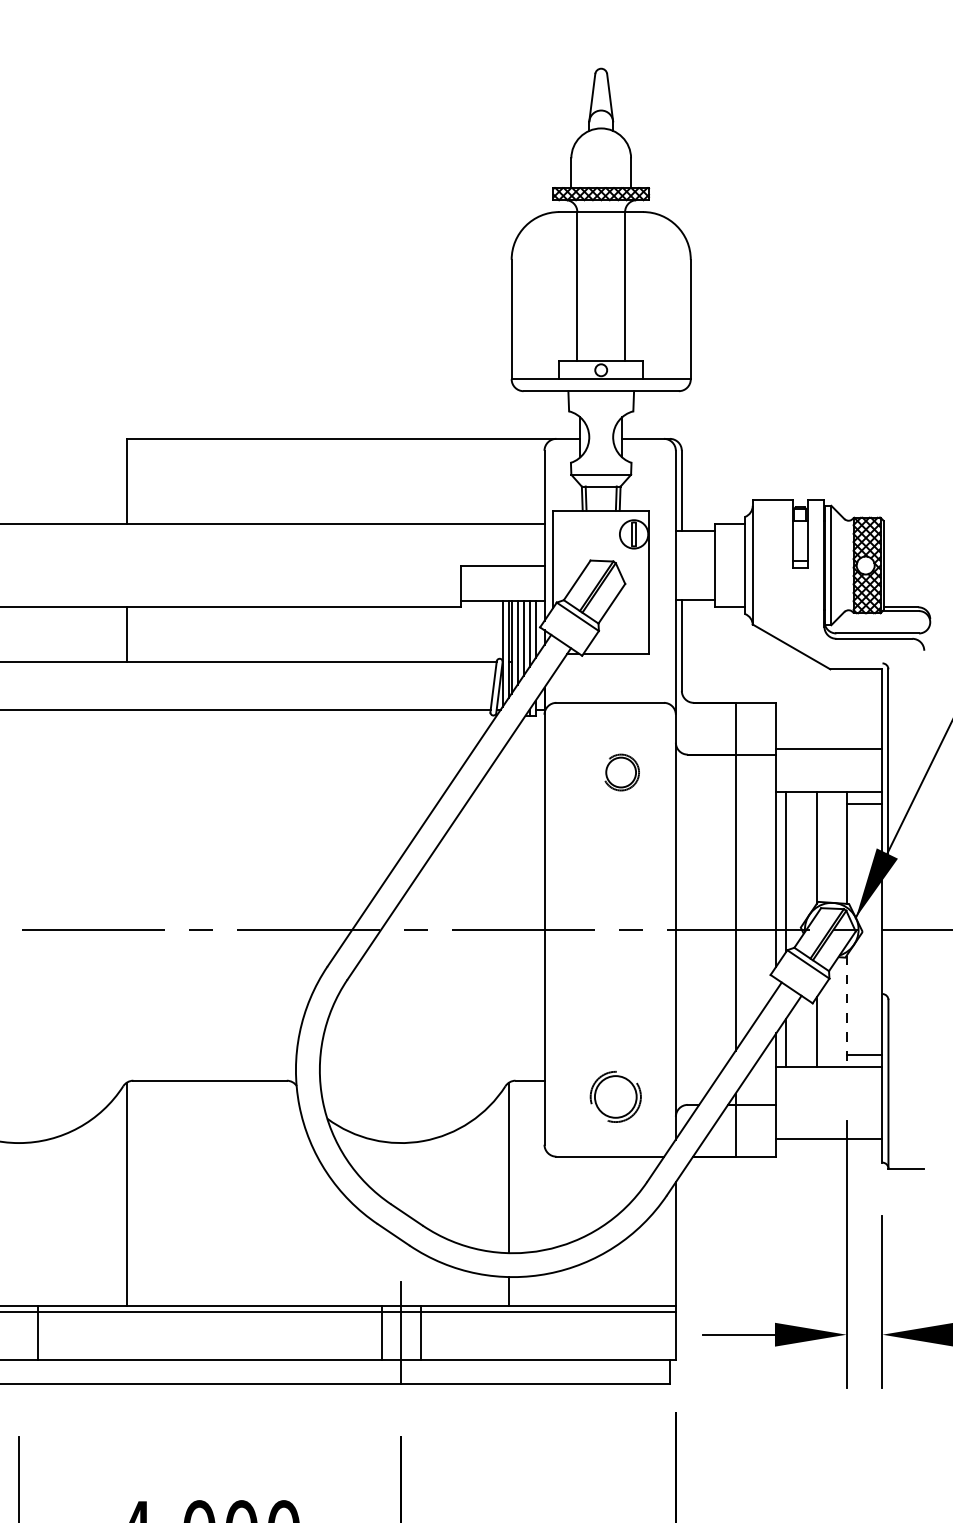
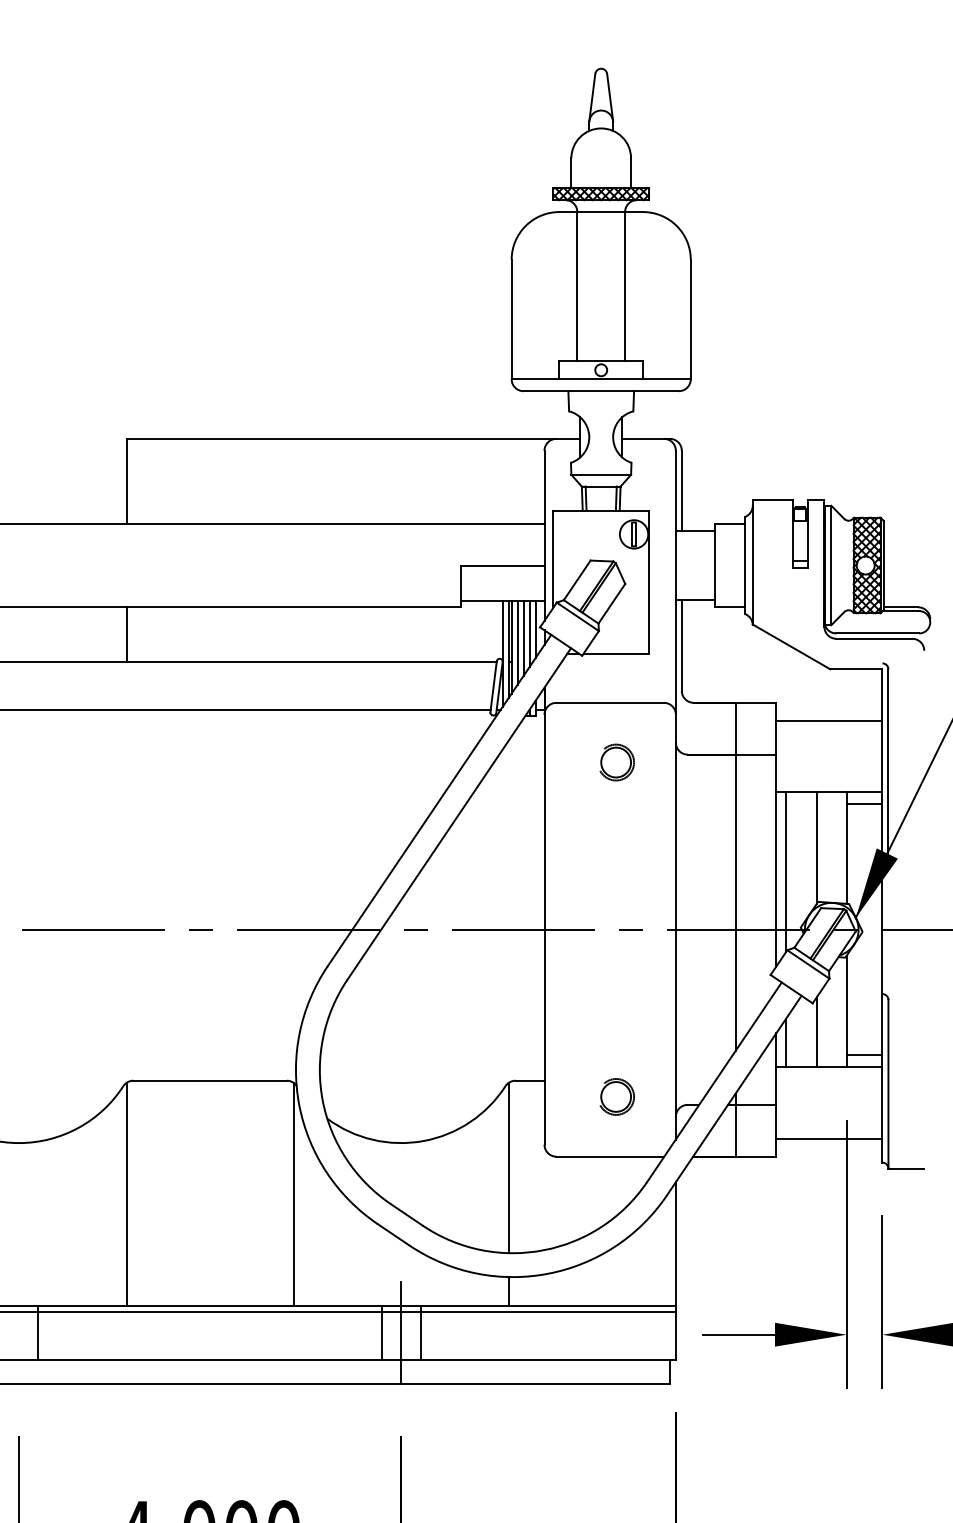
line at (829, 748) position: (829, 748) -> (829, 720)
part at (621, 772) position: (621, 772) -> (616, 762)
line at (846, 1011): dashed -> solid
part at (615, 1096) size: 53x53 px -> 36x38 px
line at (293, 1193): none -> present
